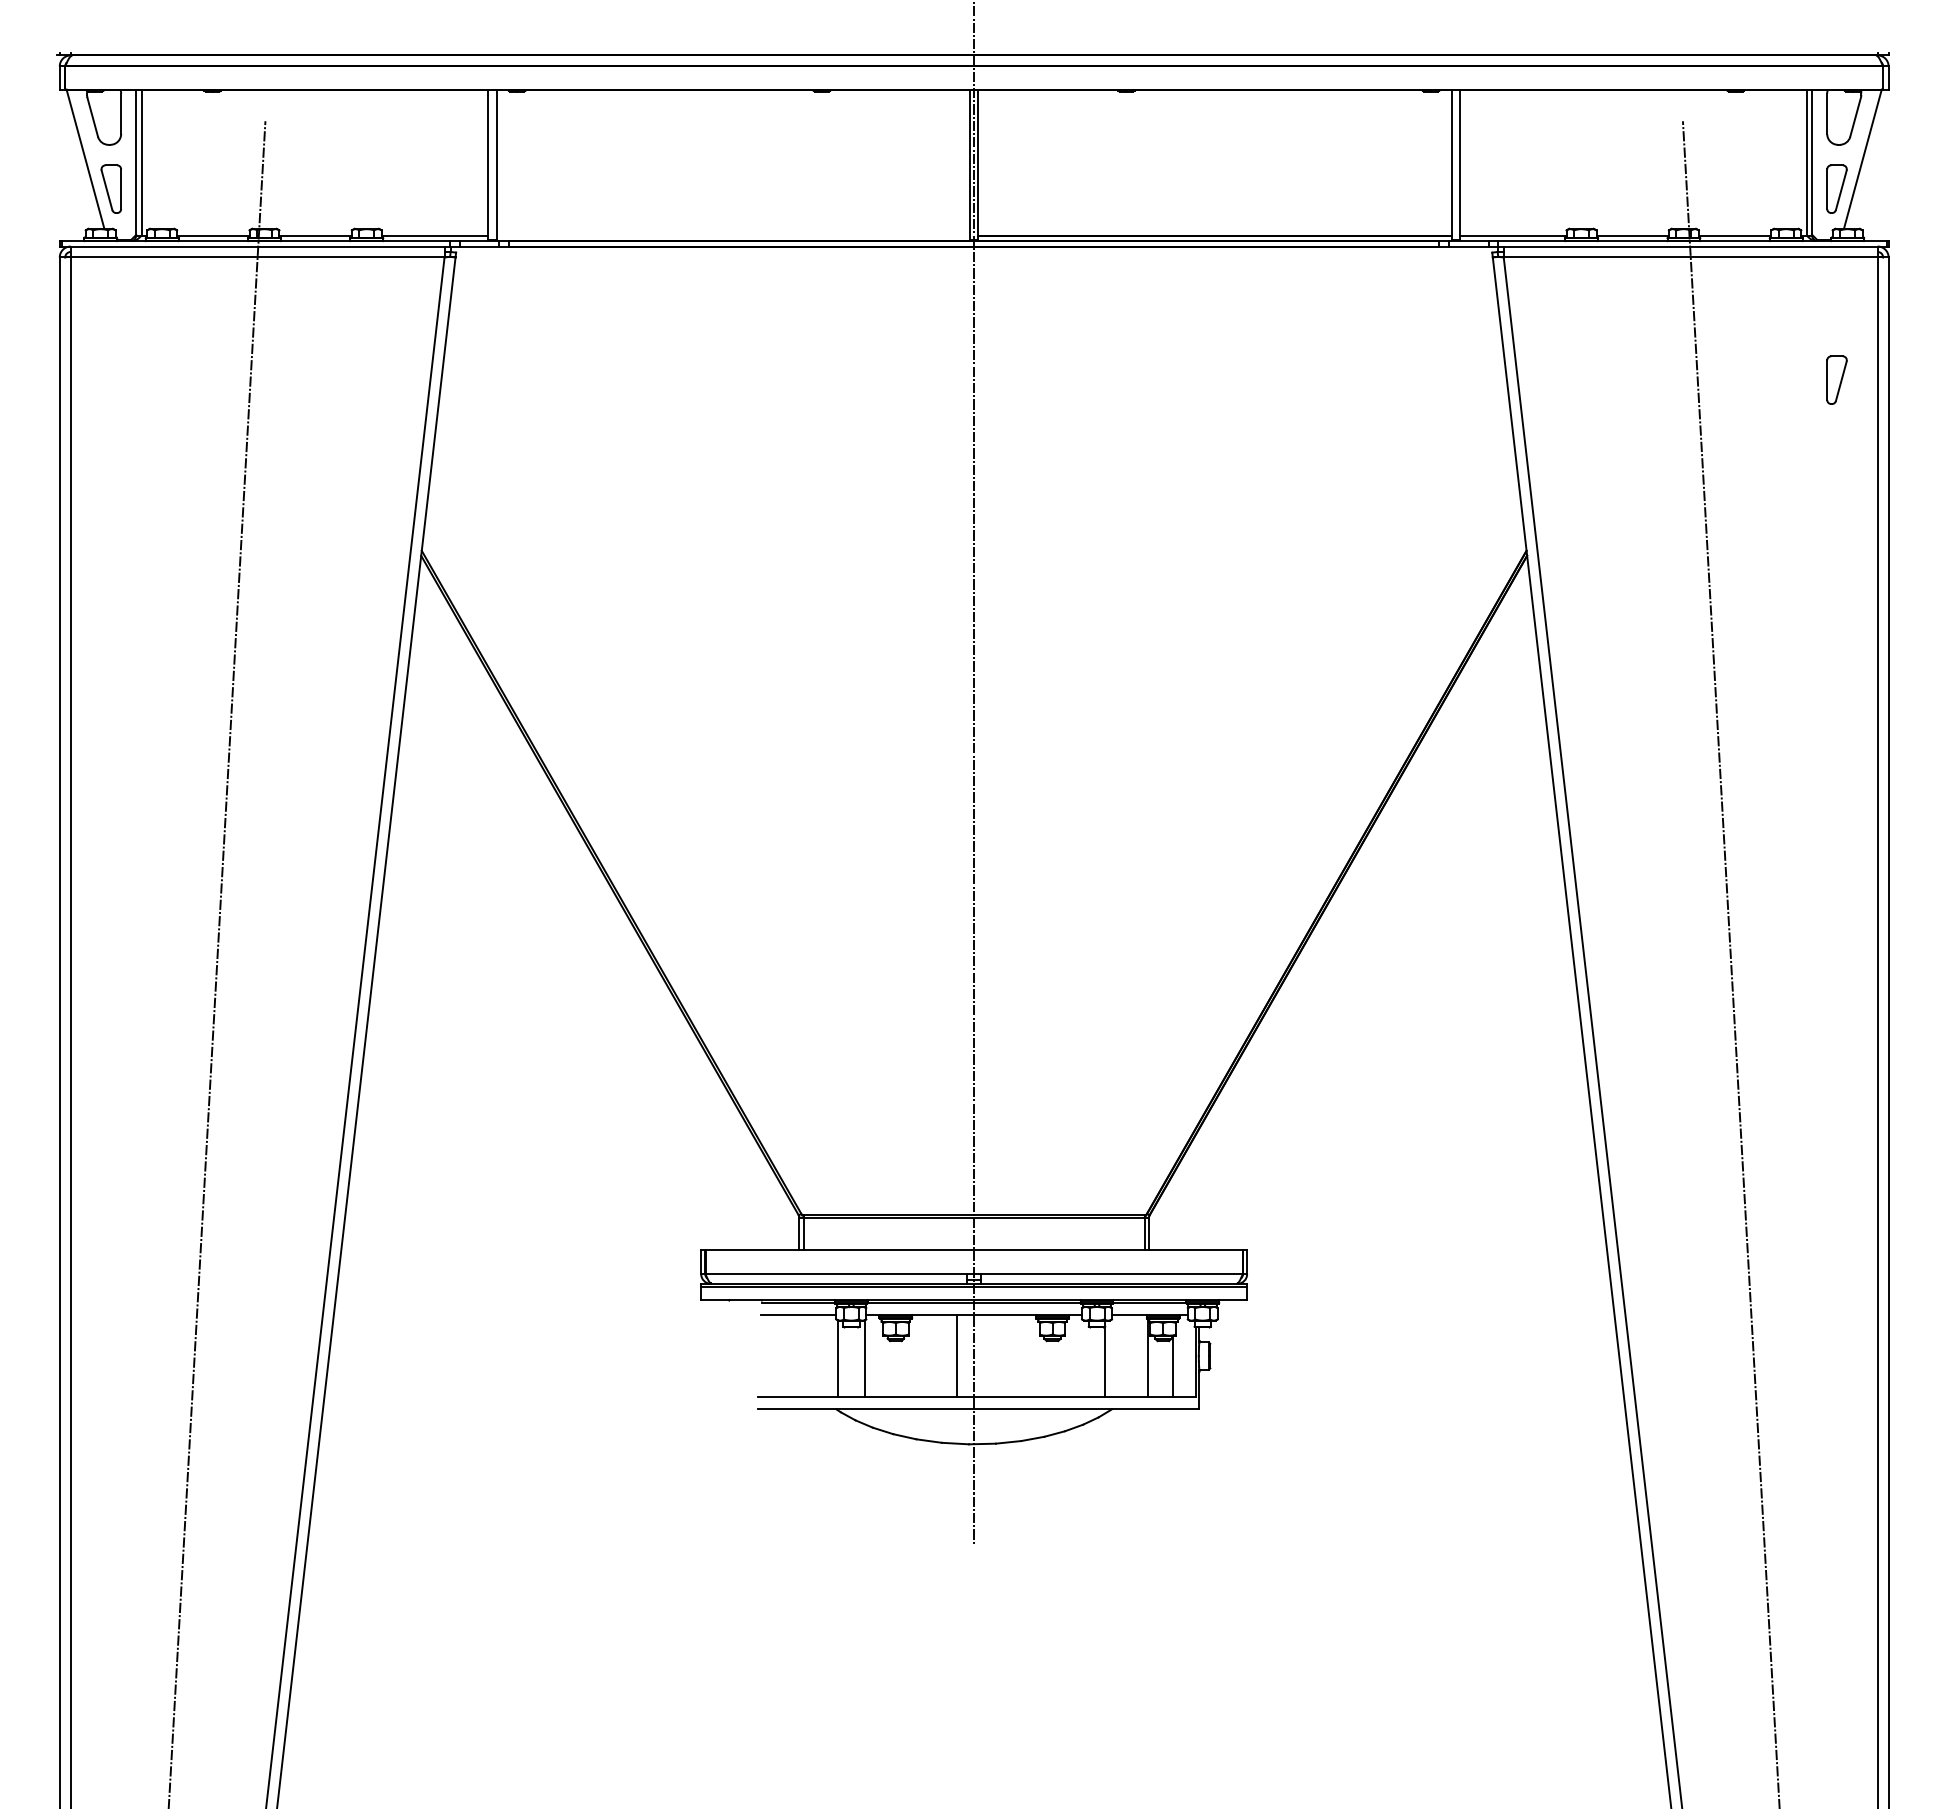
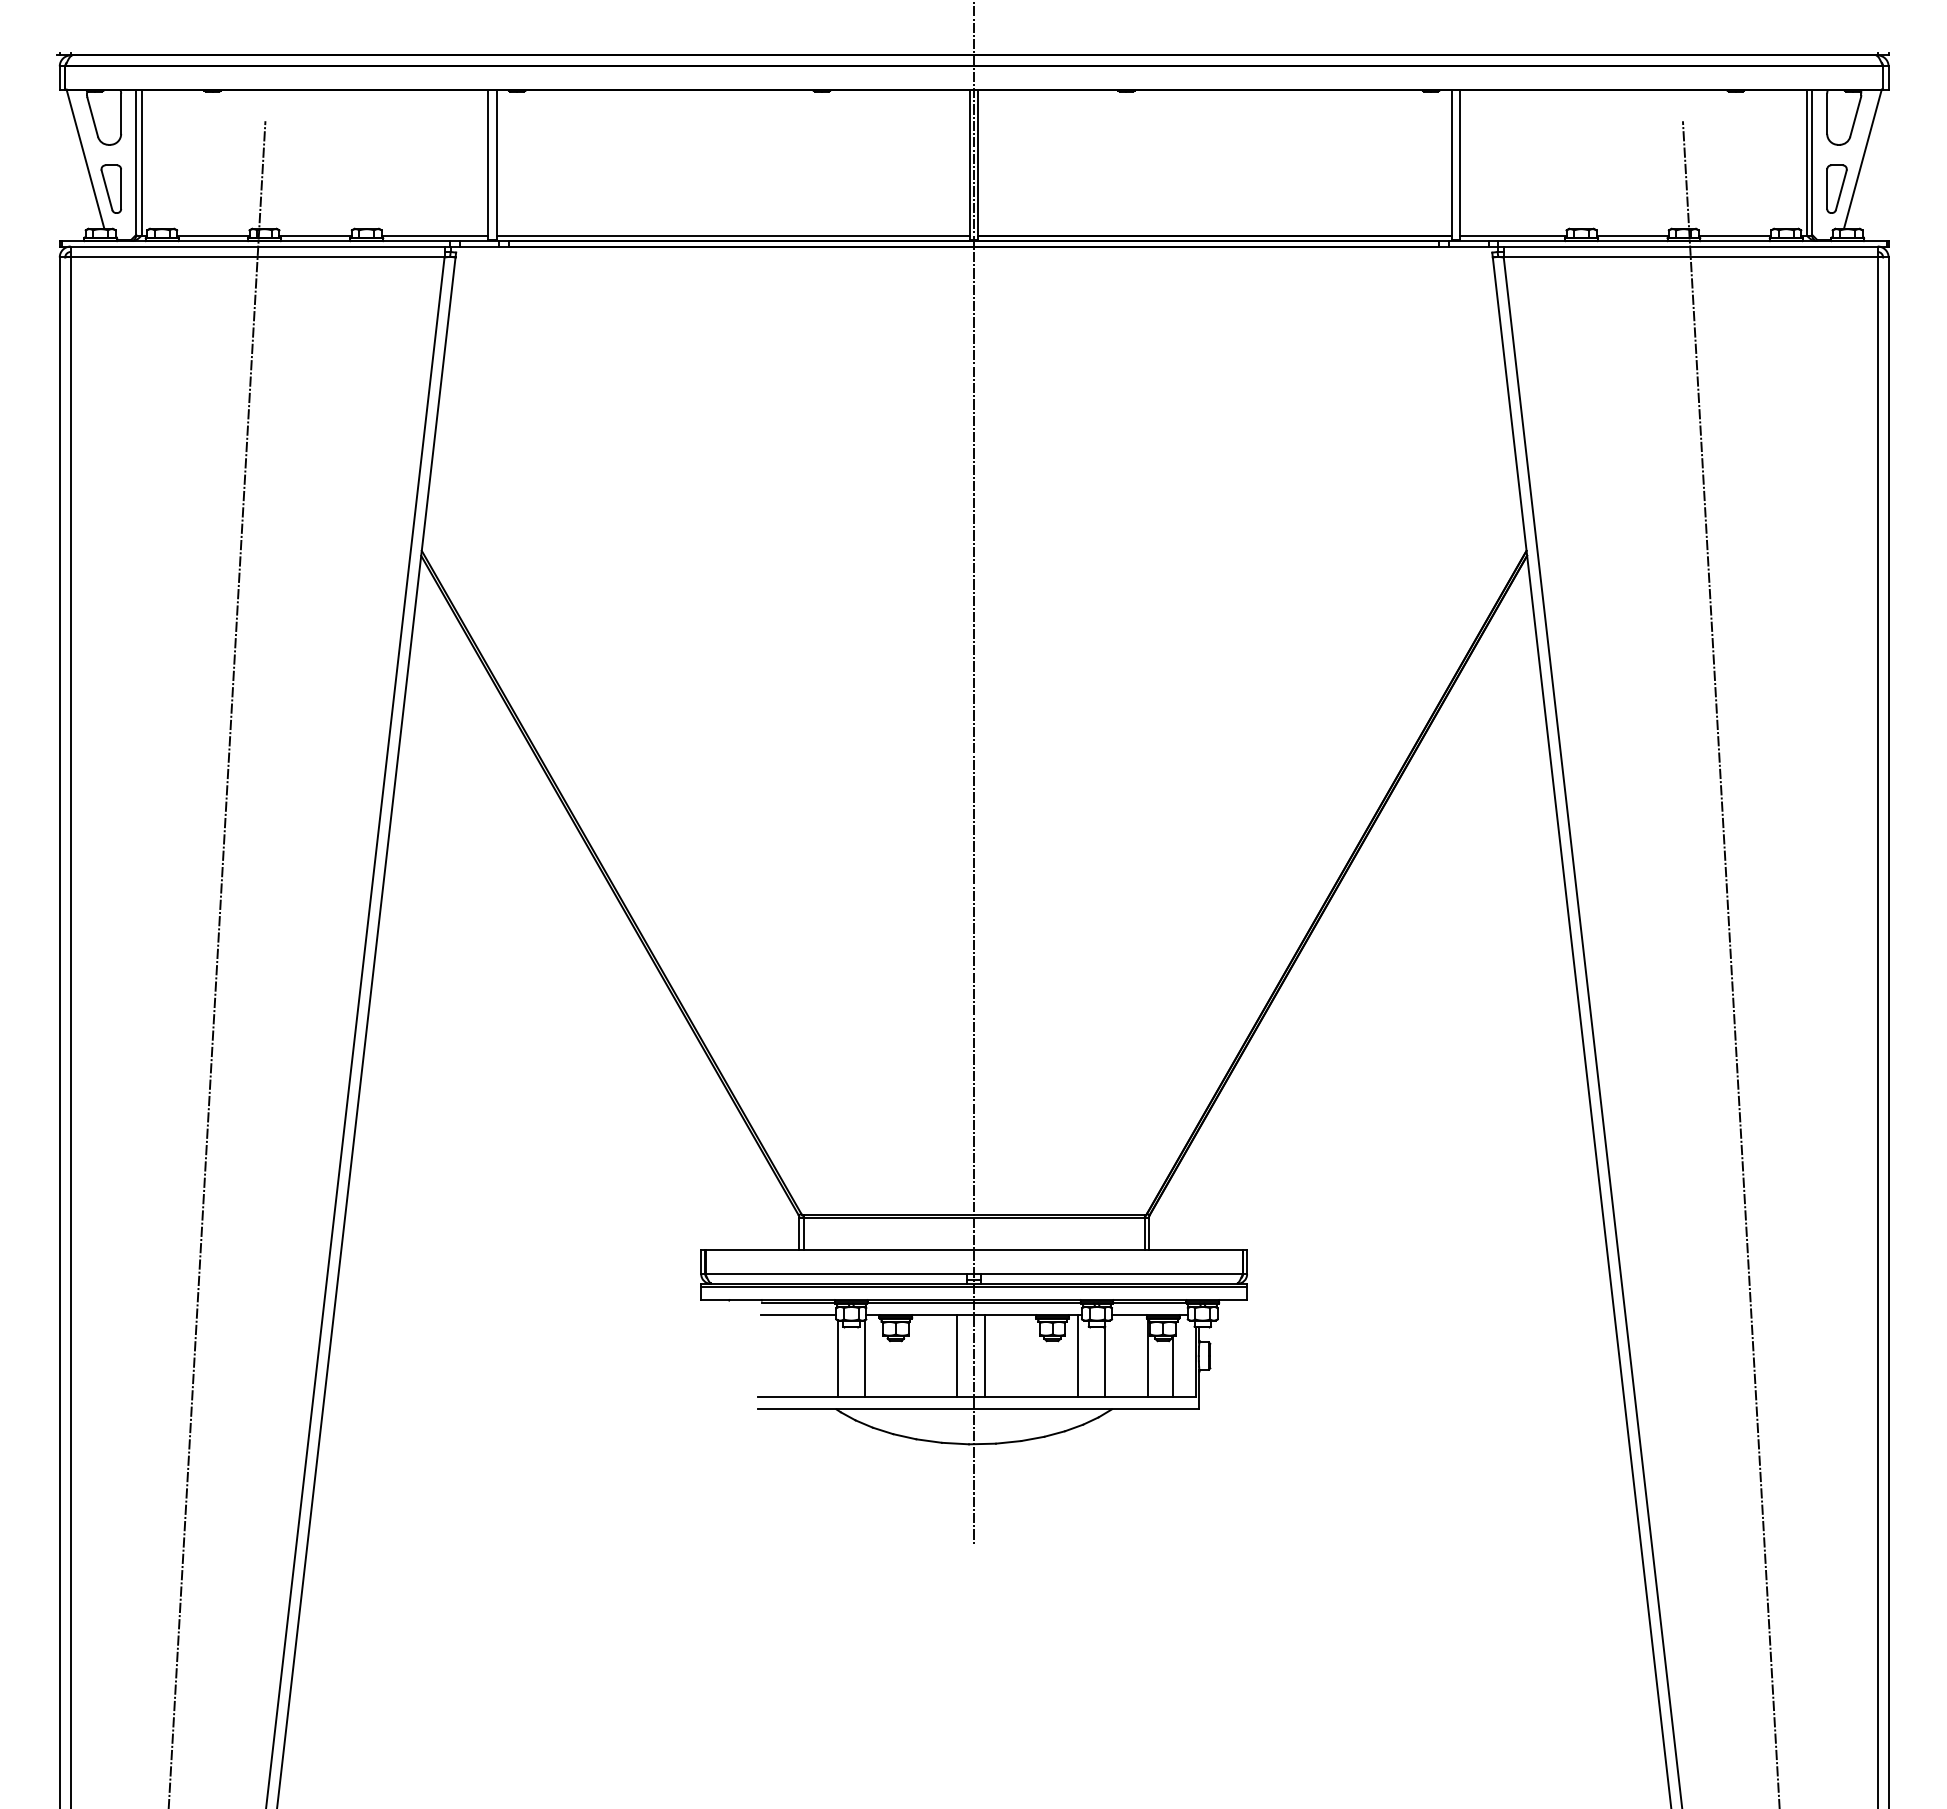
line at (733, 235): none -> present
part at (1836, 379): present -> none
line at (984, 1356): none -> present
line at (1077, 1356): none -> present
